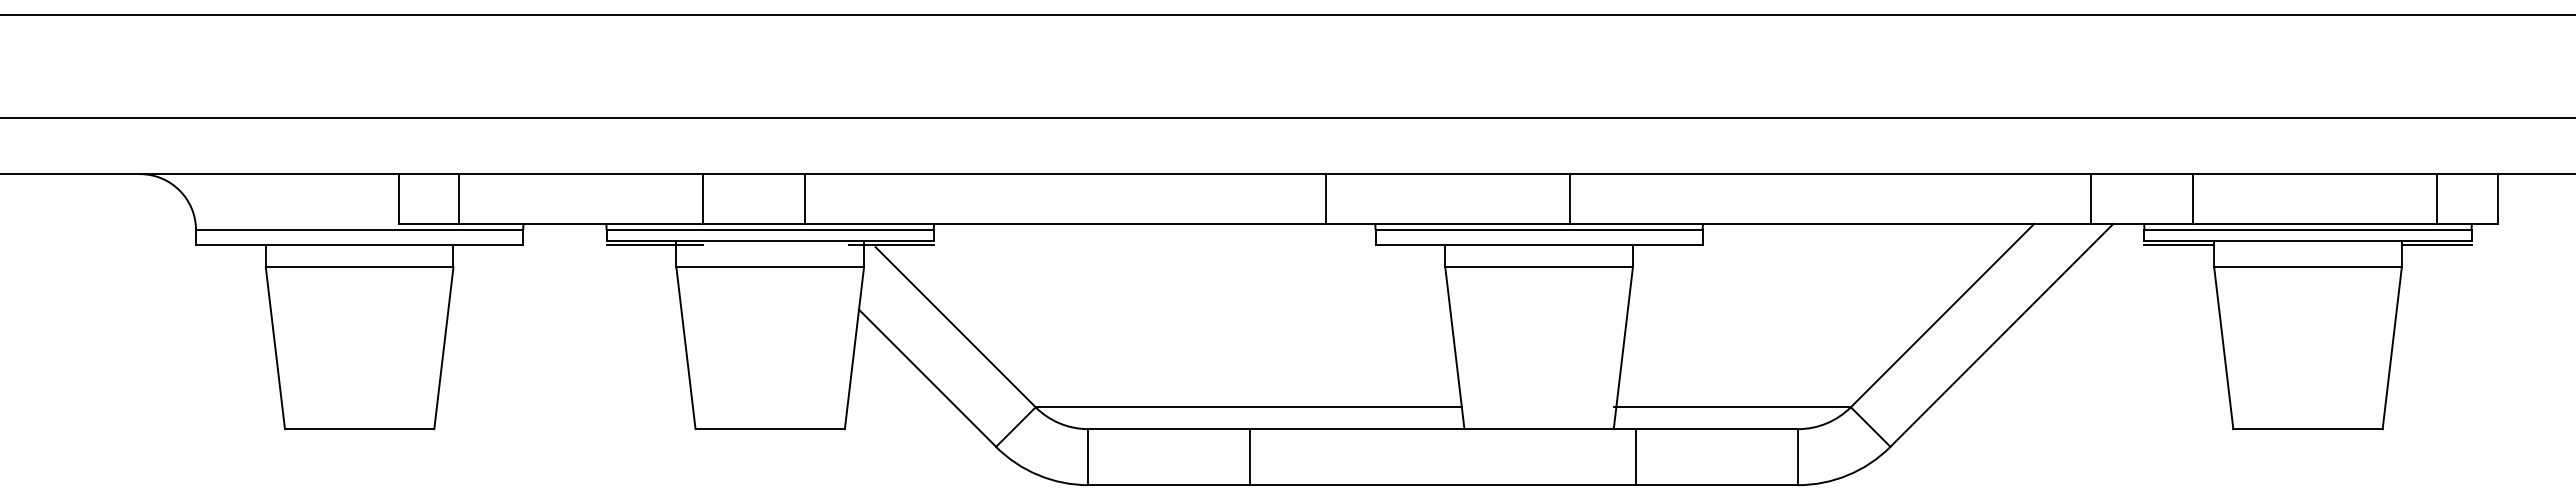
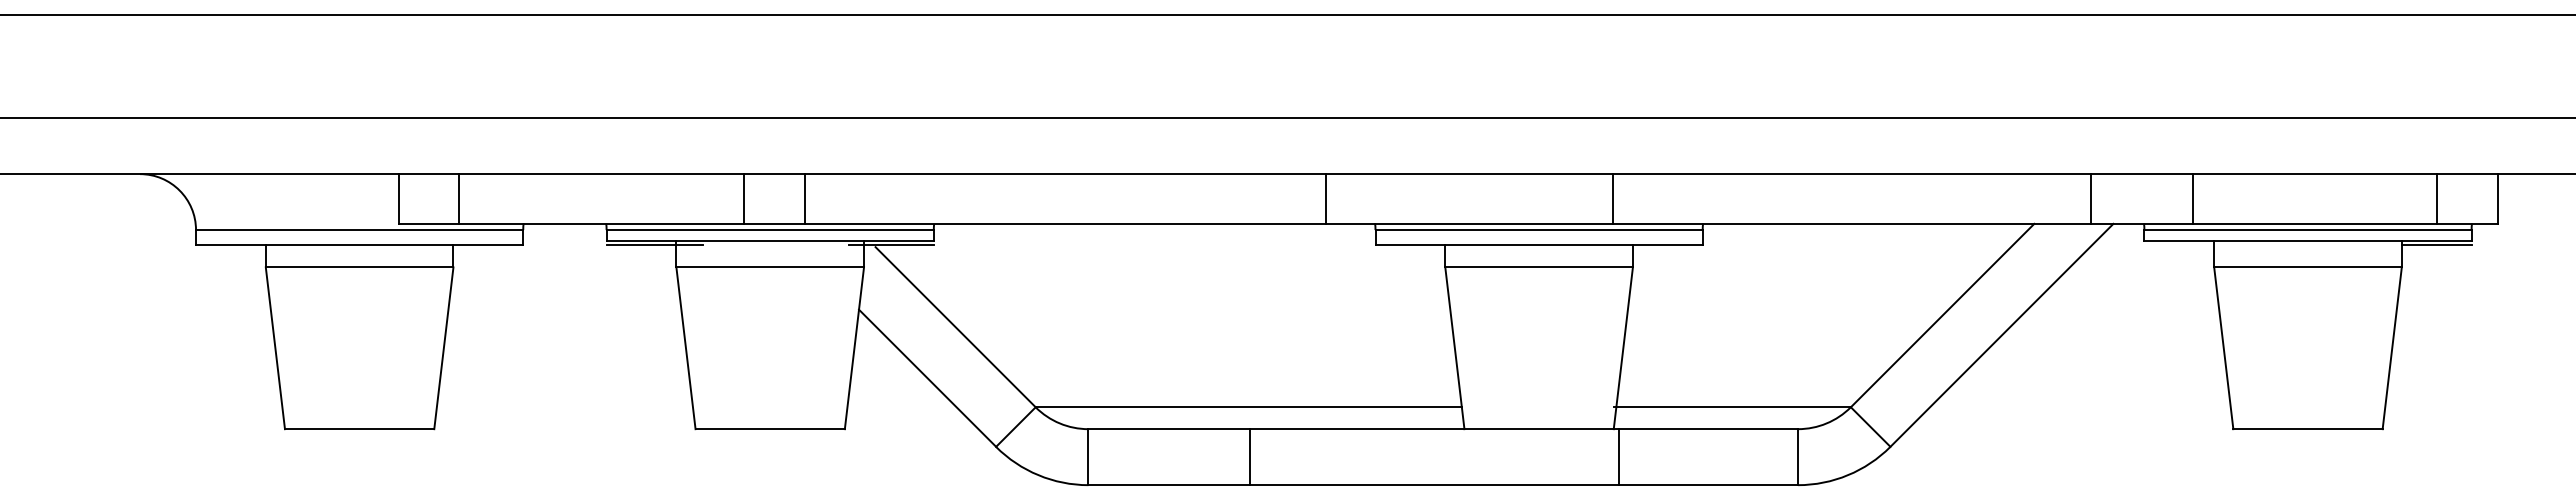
line at (703, 198) position: (703, 198) -> (744, 198)
line at (1570, 198) position: (1570, 198) -> (1613, 198)
line at (2179, 245): present -> none
line at (1636, 457) position: (1636, 457) -> (1619, 457)
